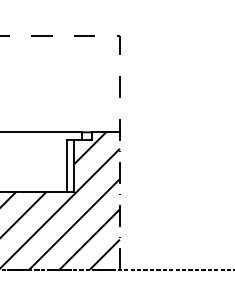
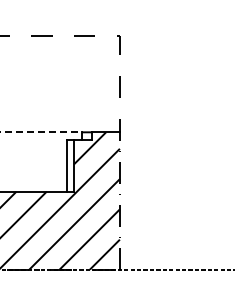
line at (40, 132): solid -> dashed
